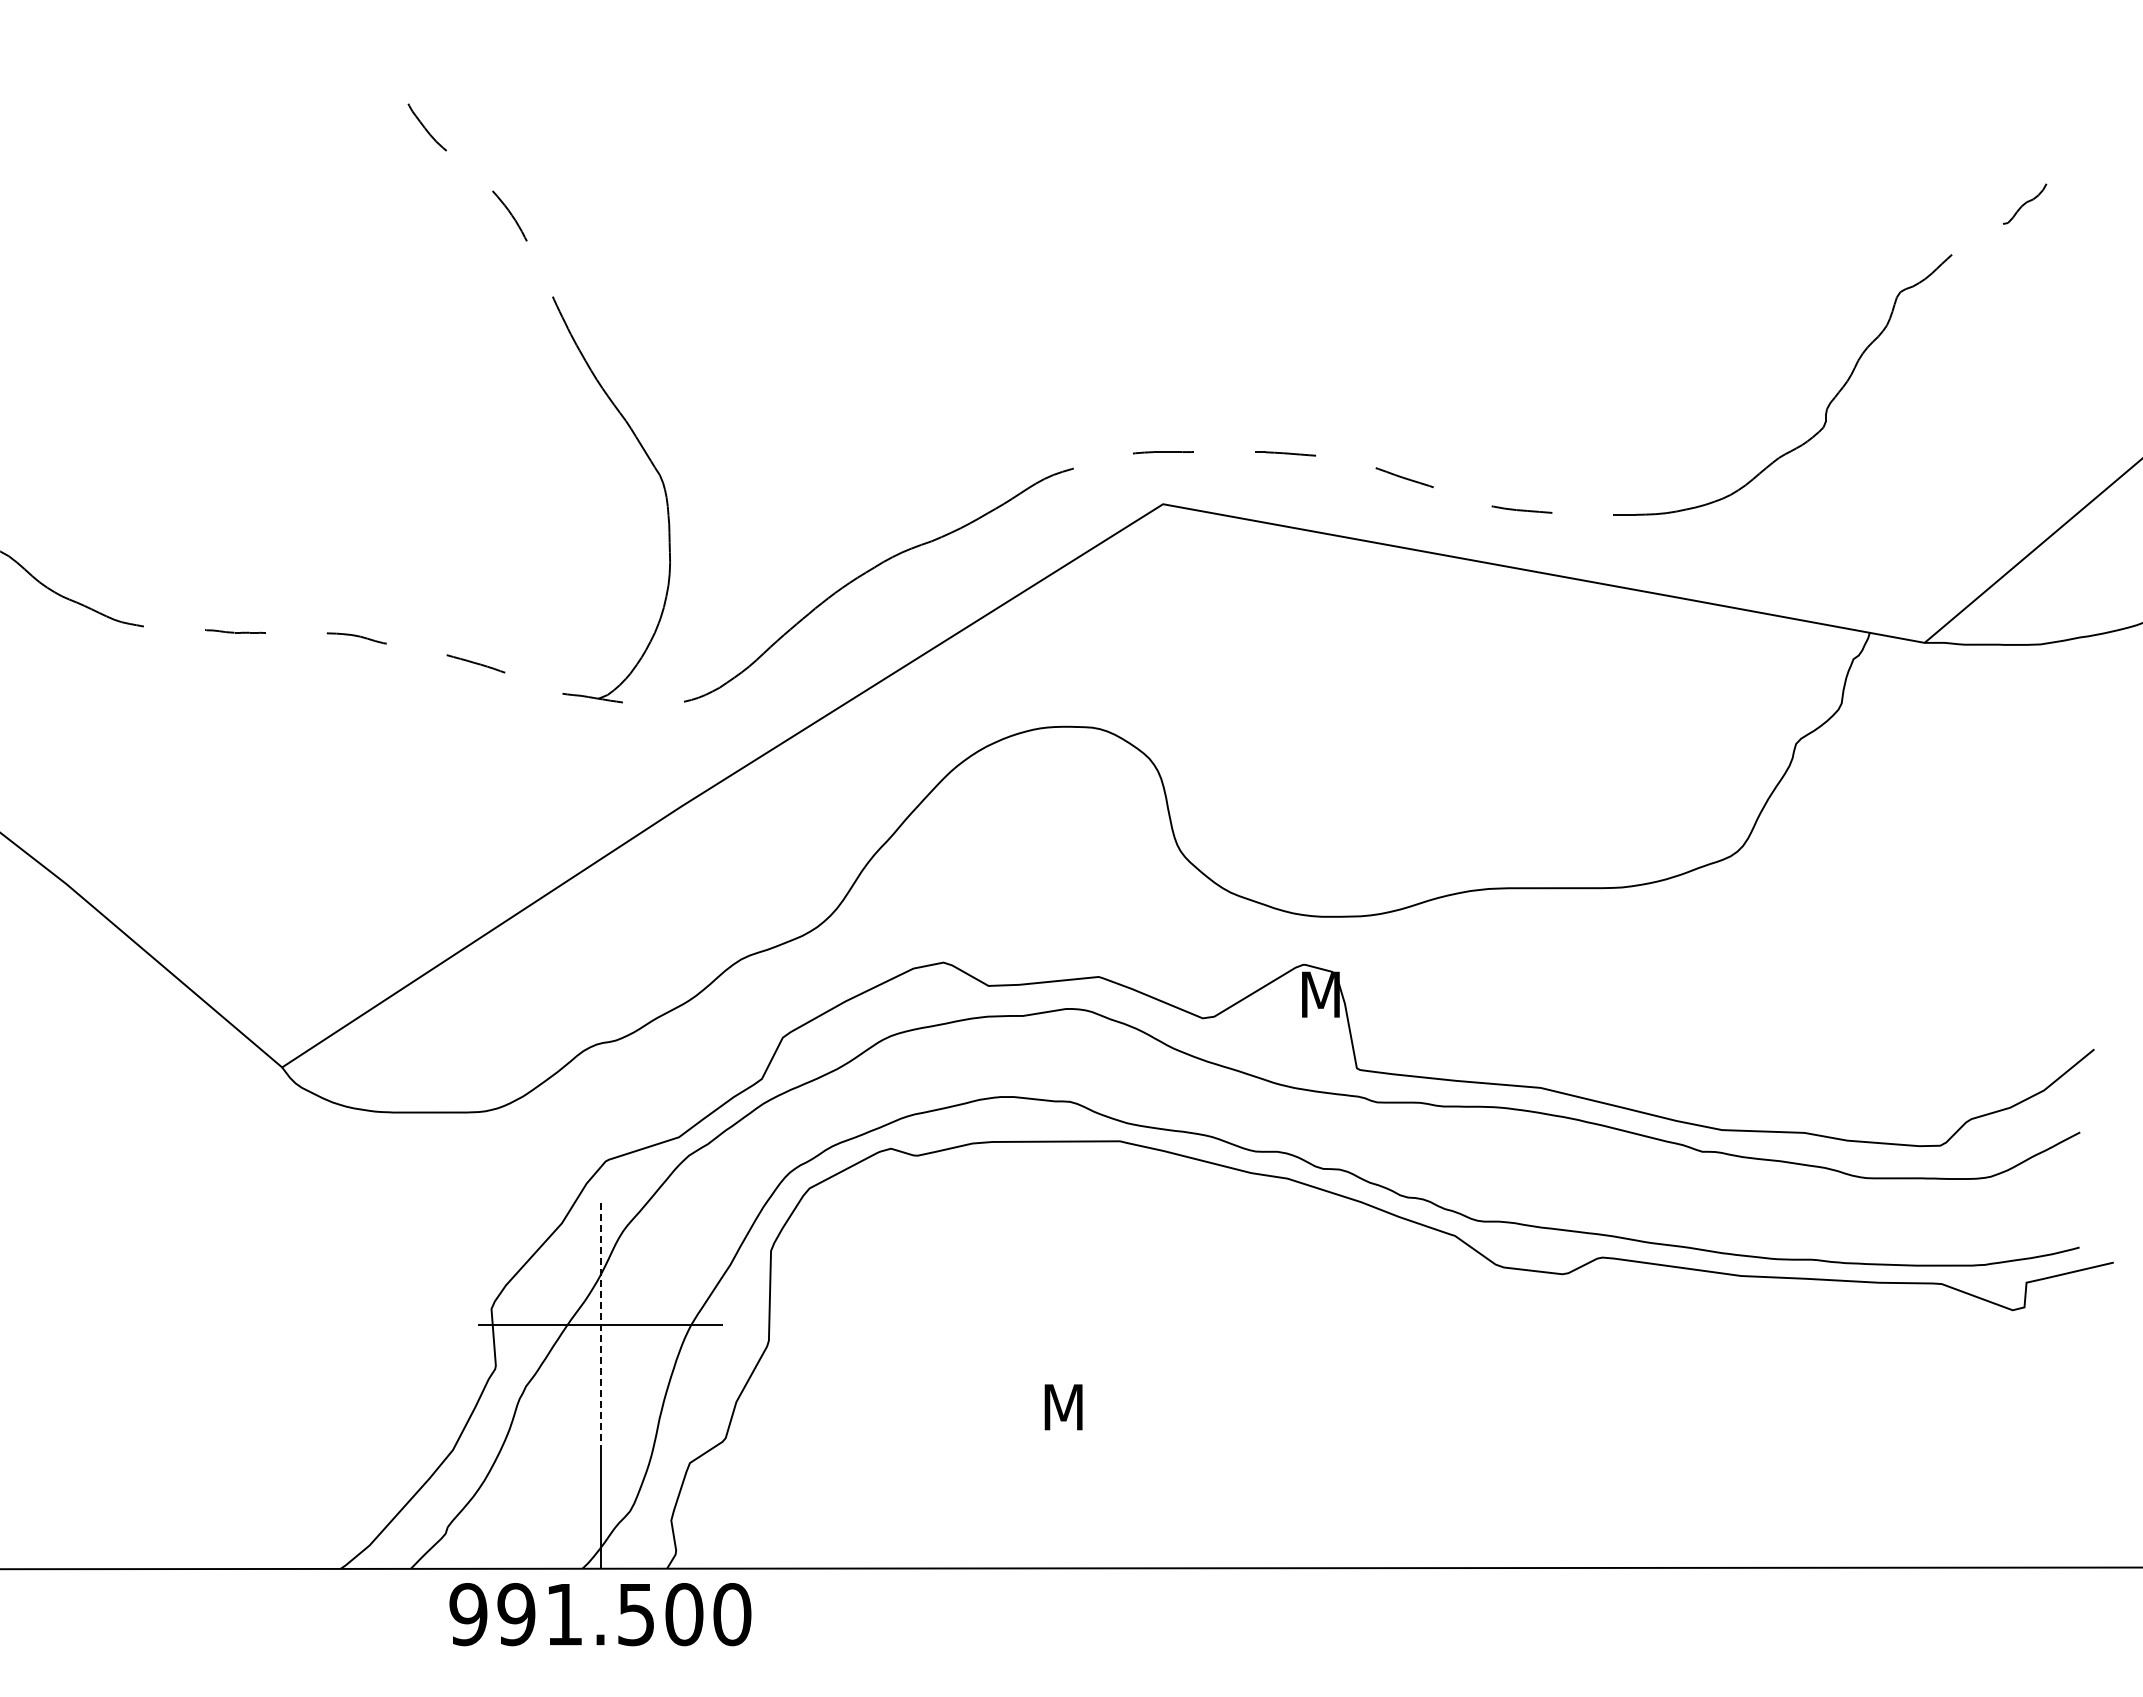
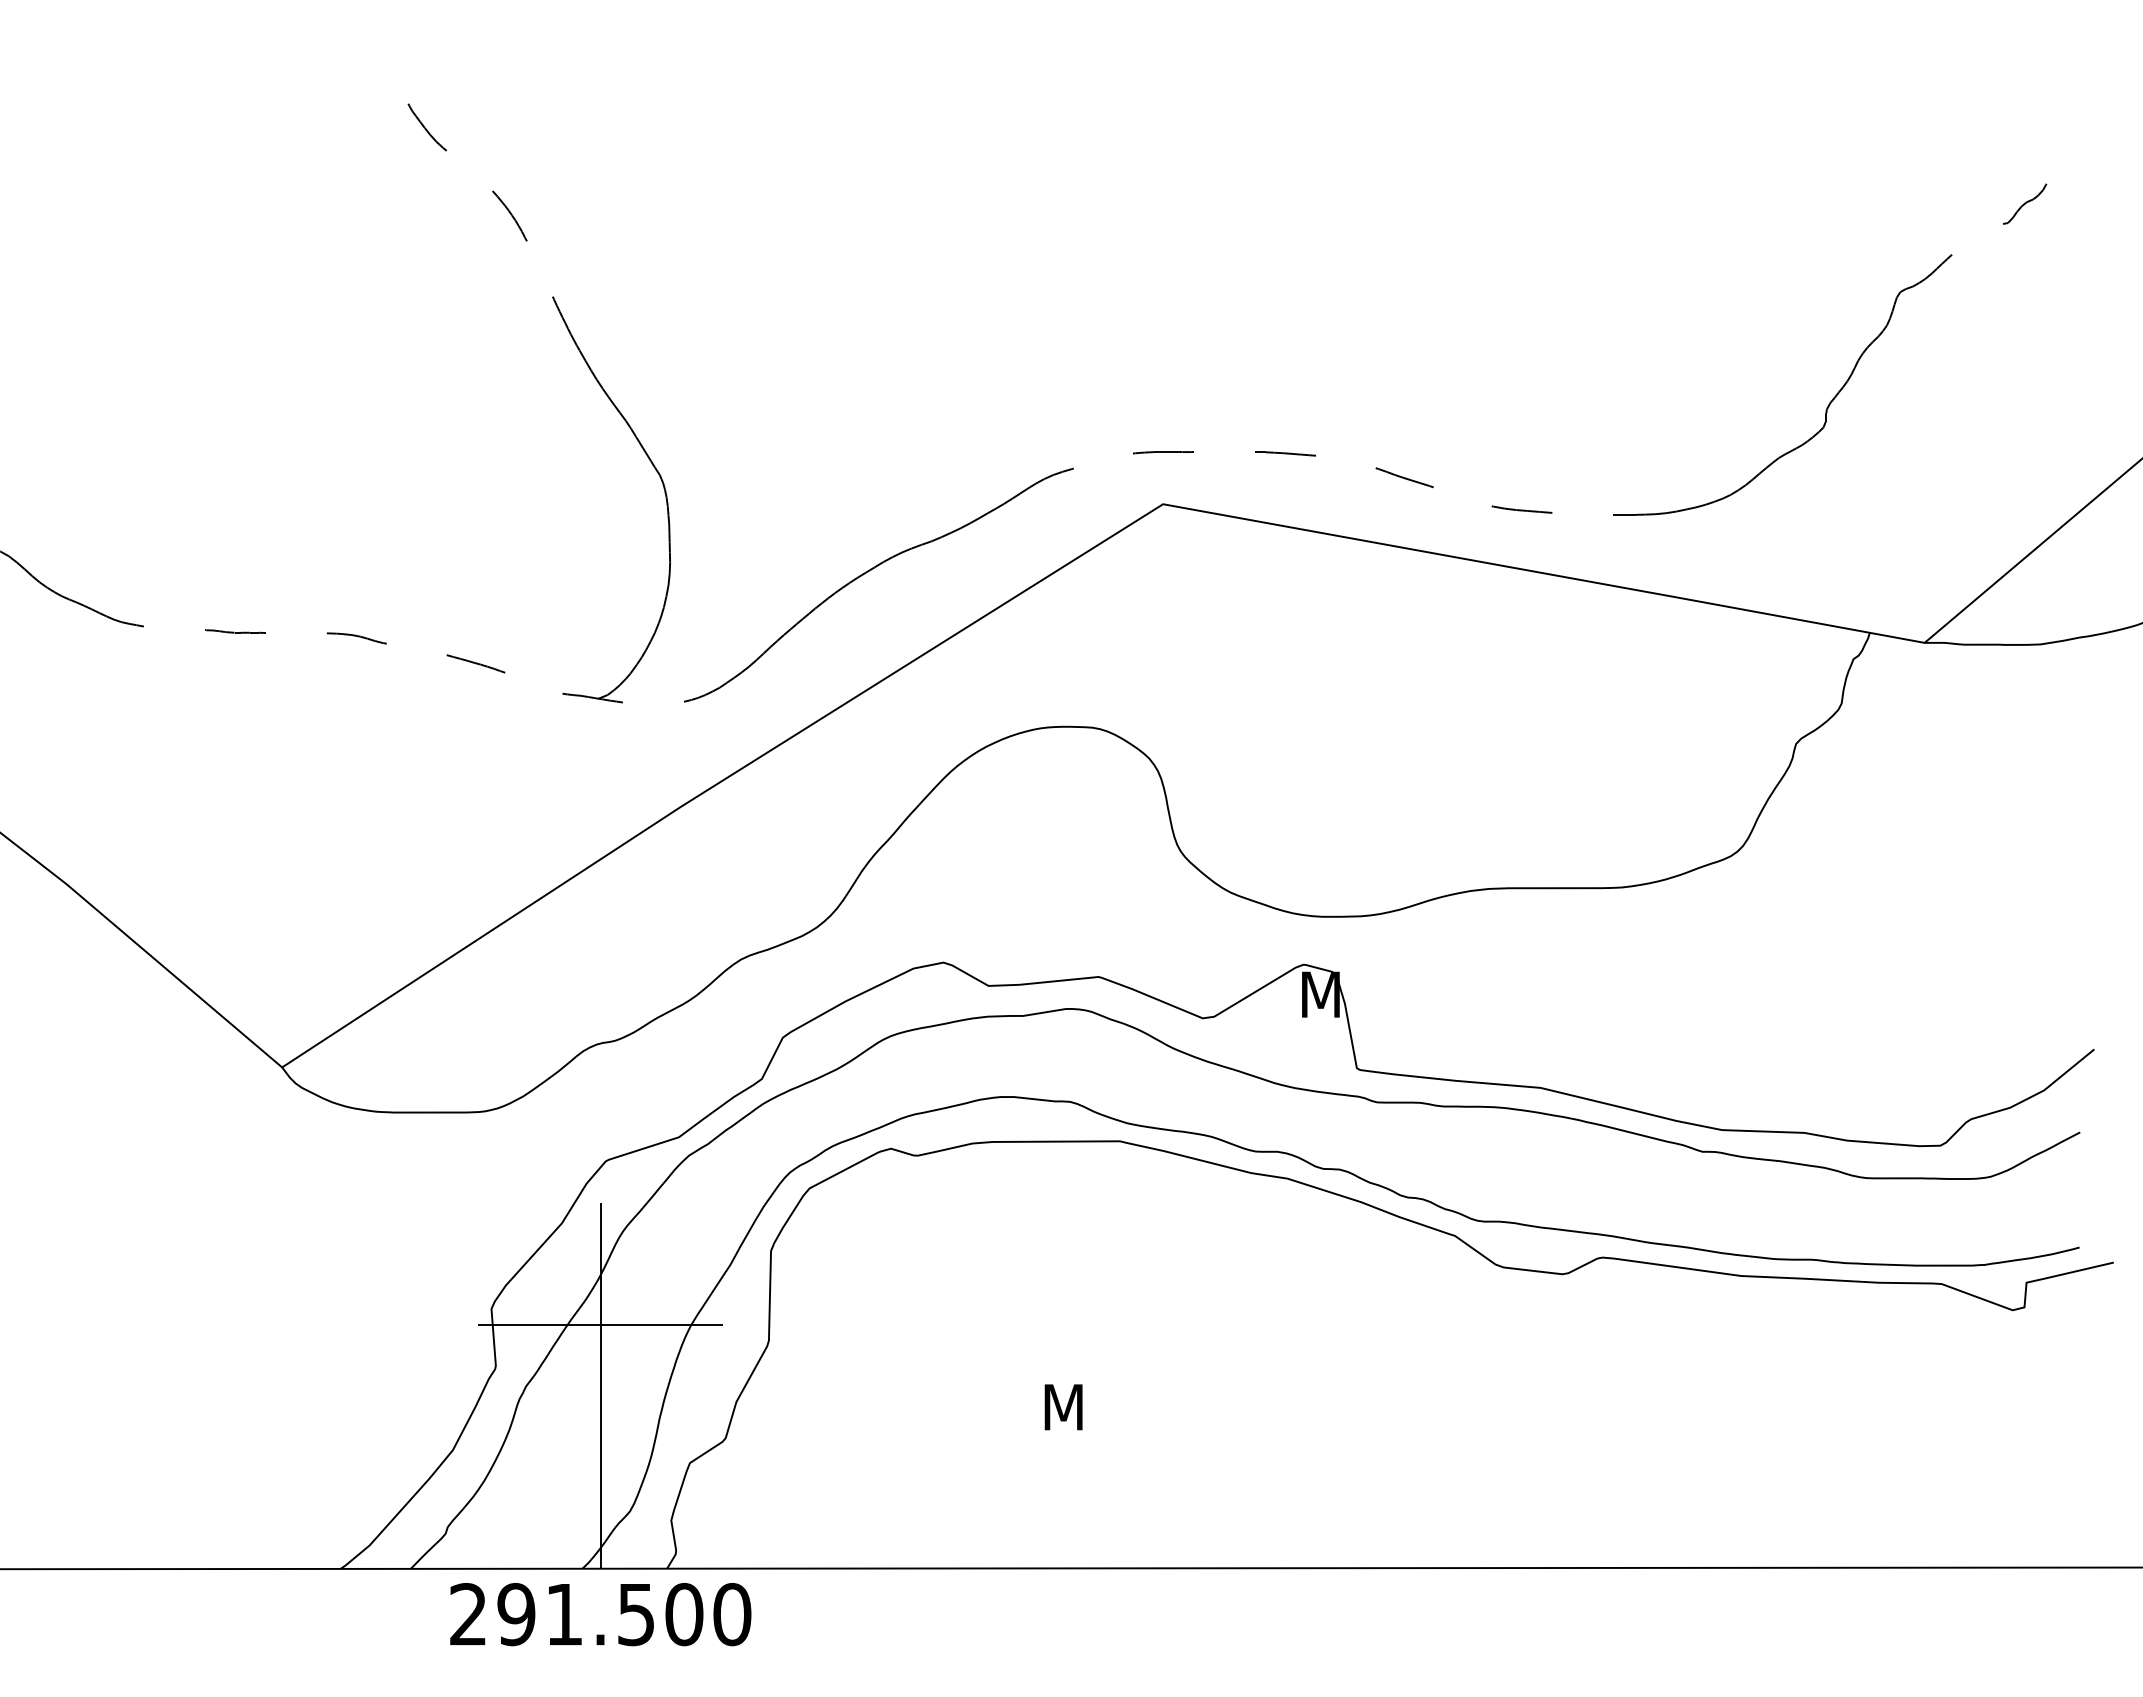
line at (600, 1325): dashed -> solid
text at (468, 1614): 991.500 -> 291.500
